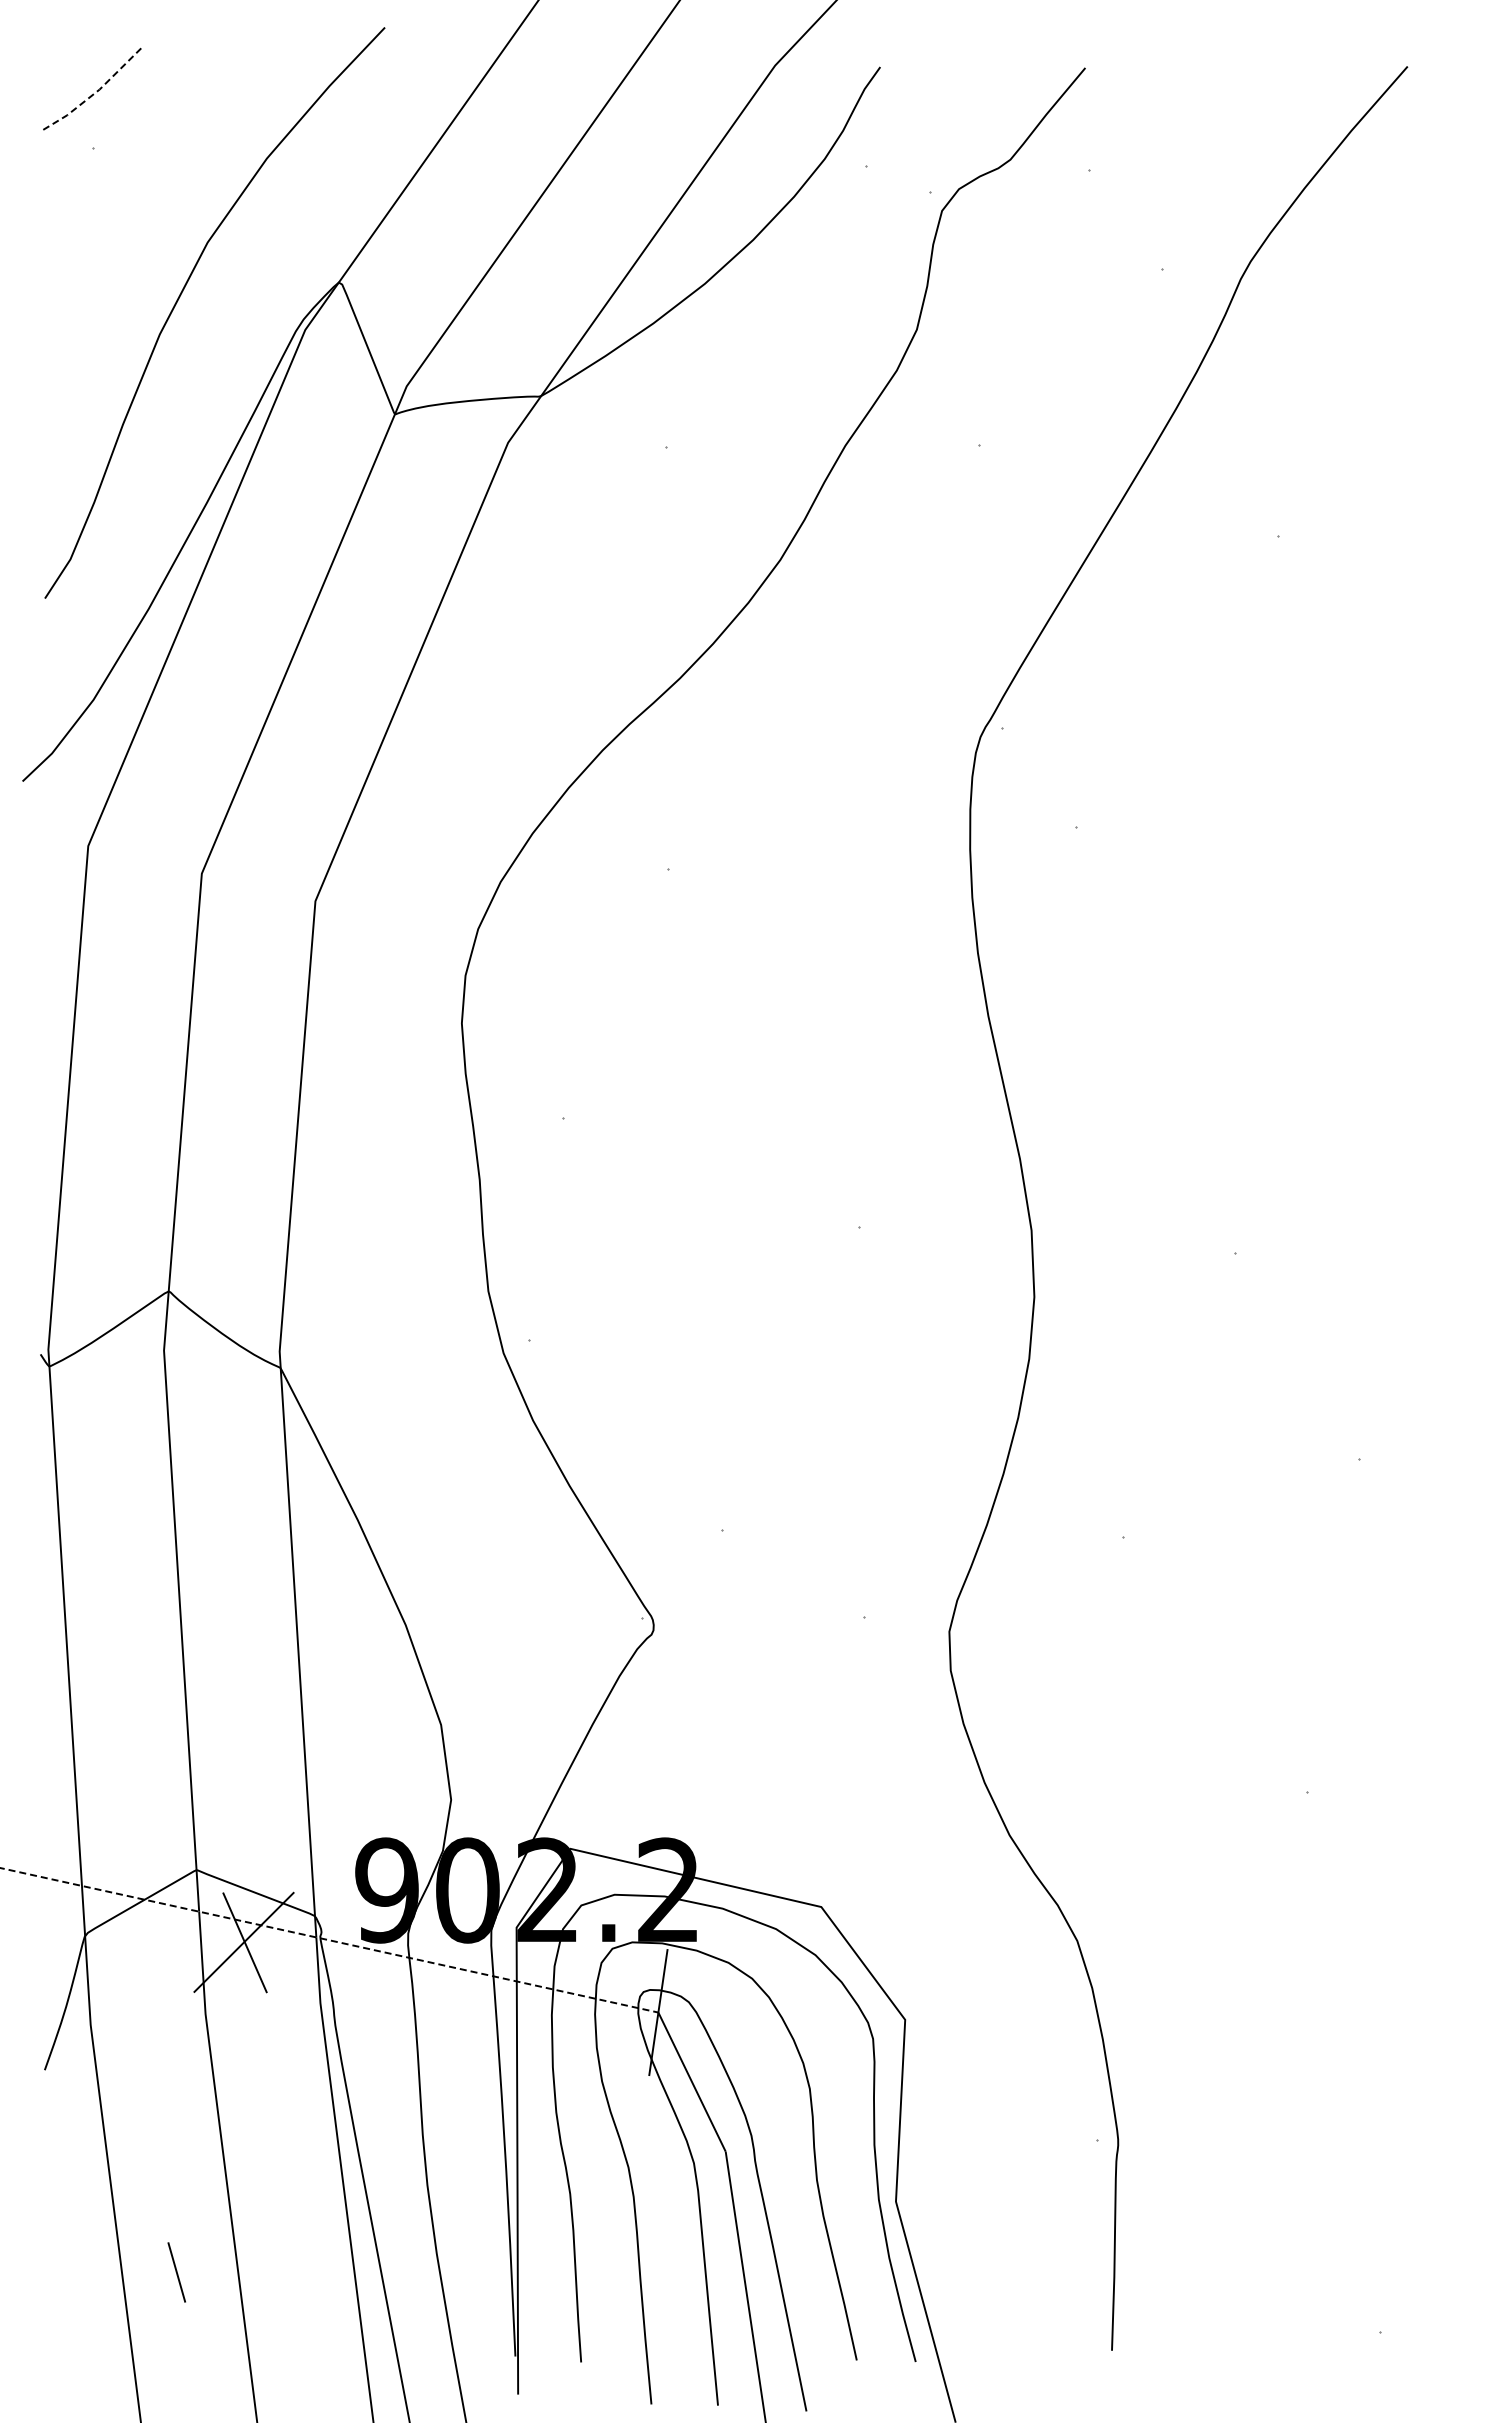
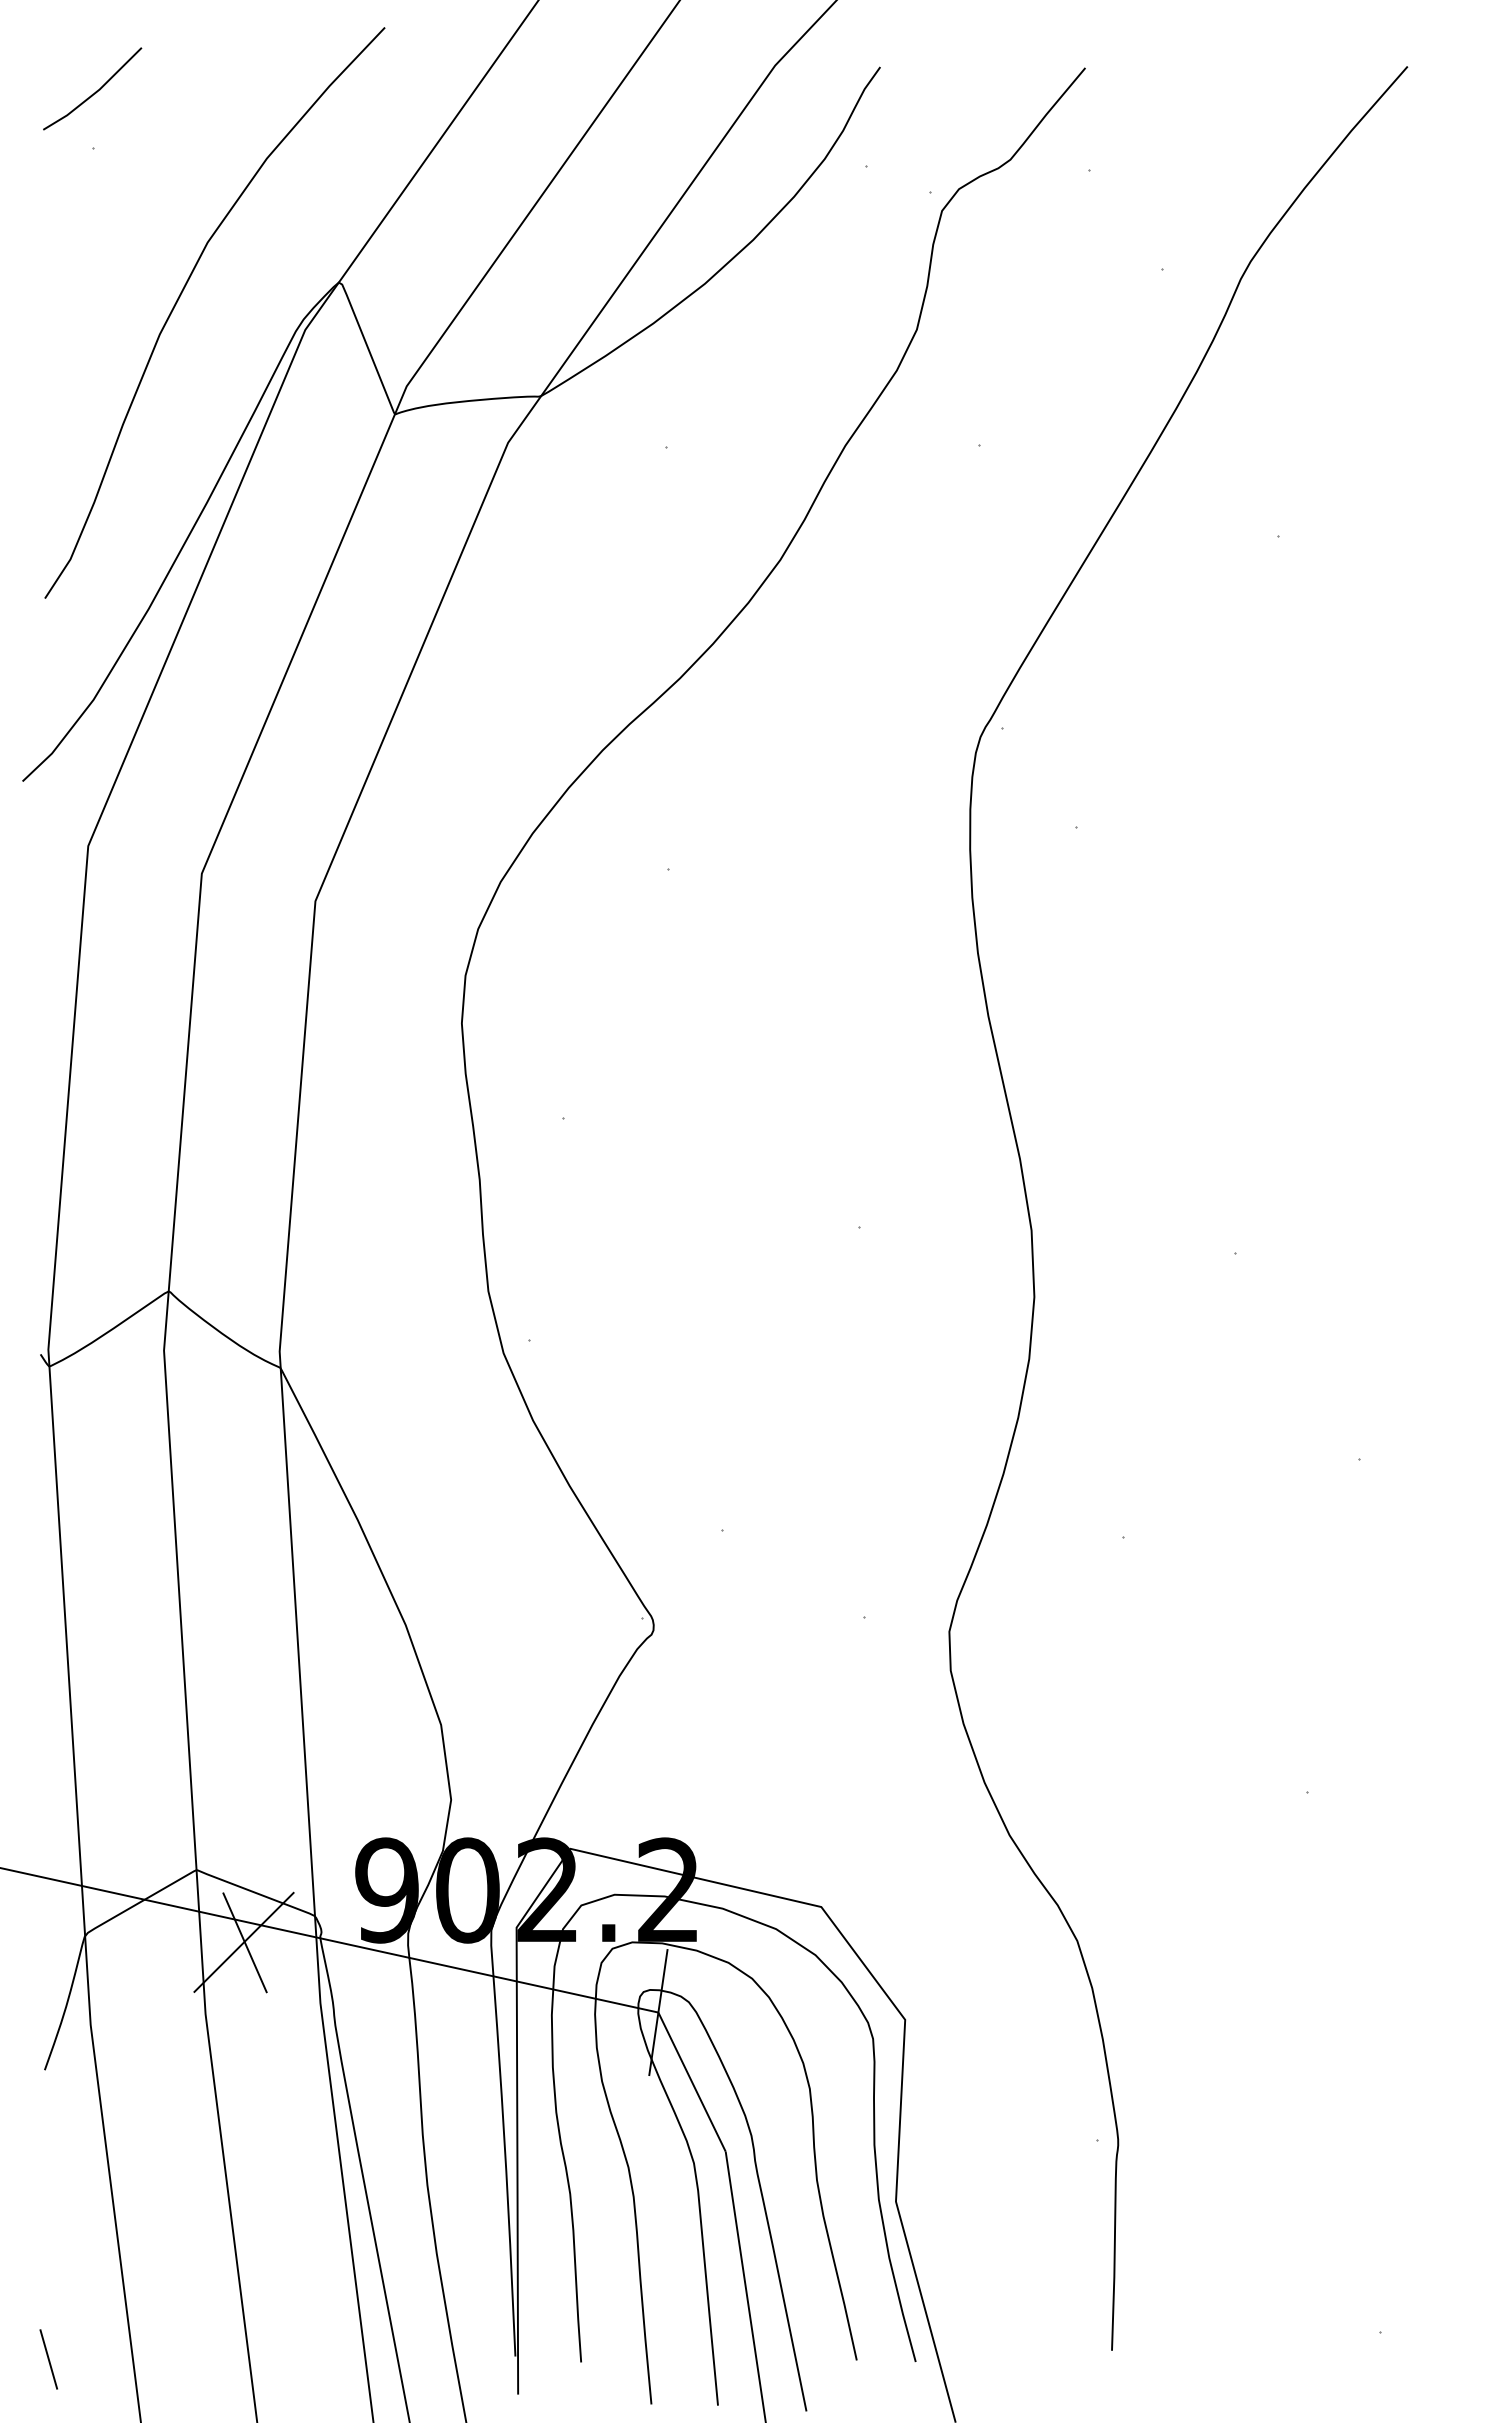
line at (95, 92): dashed -> solid
line at (329, 1940): dashed -> solid
line at (176, 2272) position: (176, 2272) -> (48, 2359)
